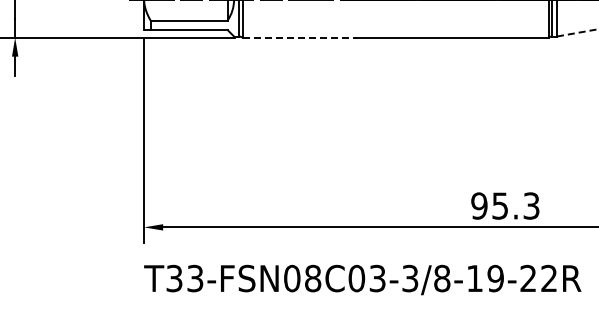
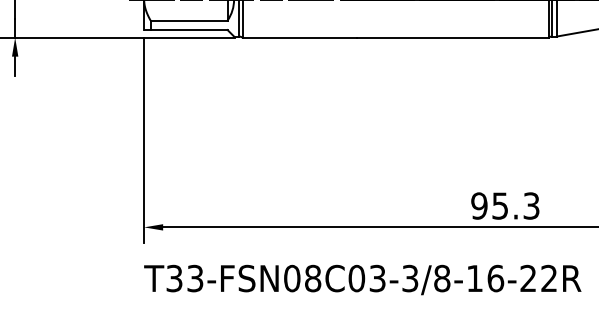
line at (577, 32): dashed -> solid
line at (300, 37): dashed -> solid
text at (495, 278): T33-FSN08C03-3/8-19-22R -> T33-FSN08C03-3/8-16-22R
